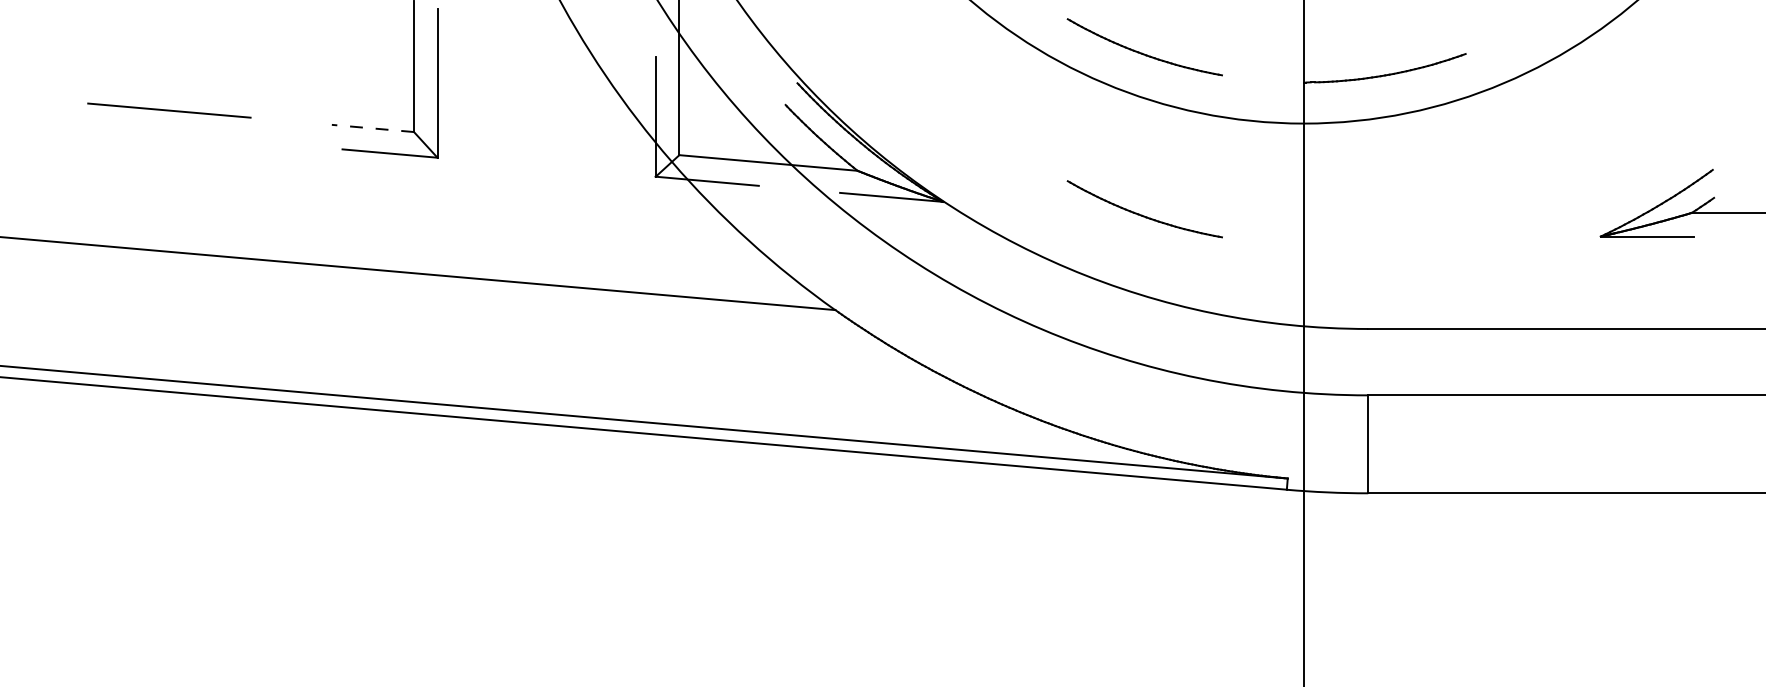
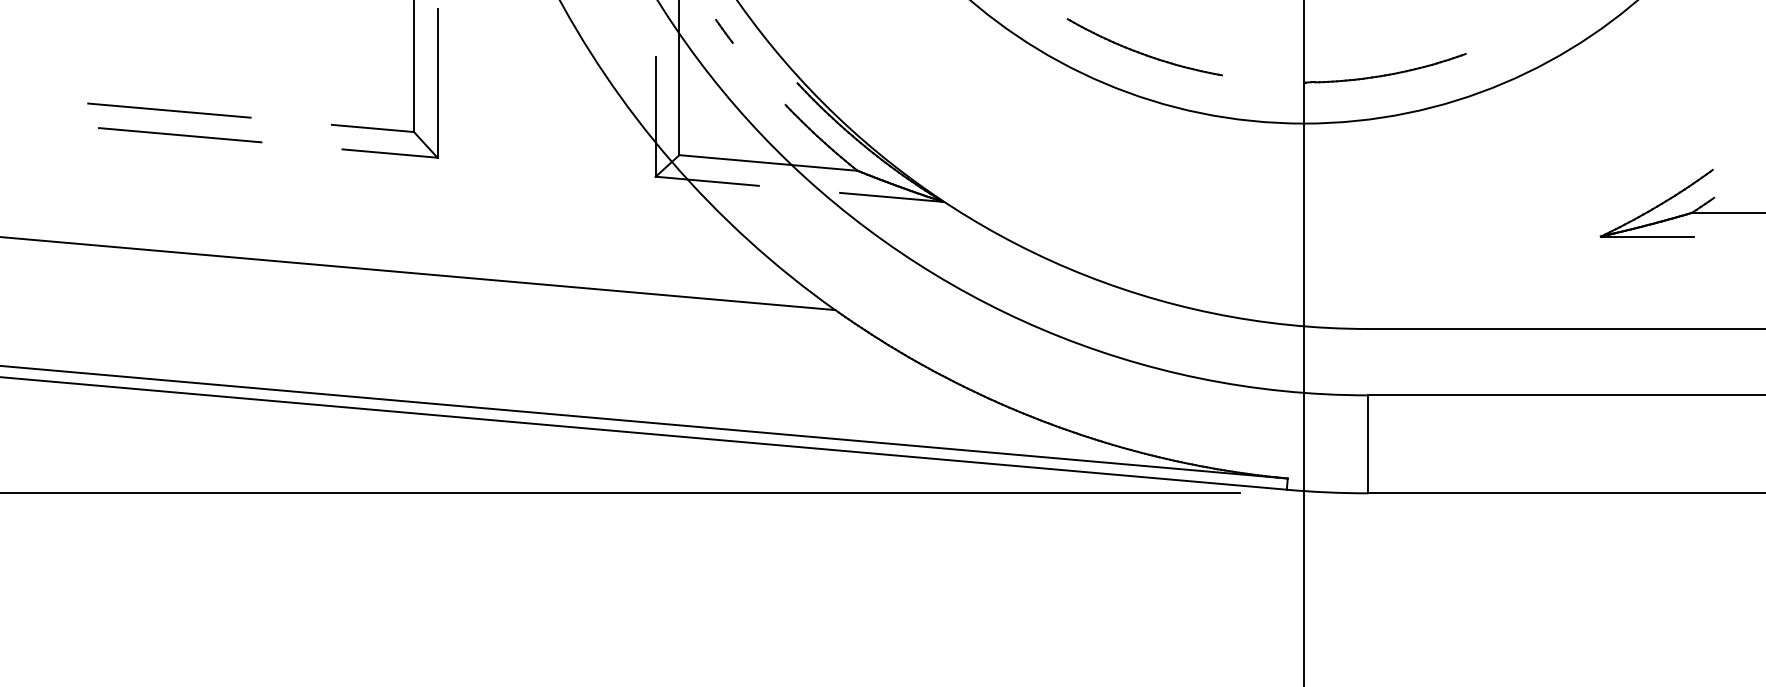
line at (724, 30): none -> present
line at (372, 128): dashed -> solid
line at (179, 135): none -> present
part at (1144, 209): present -> none
line at (620, 493): none -> present
